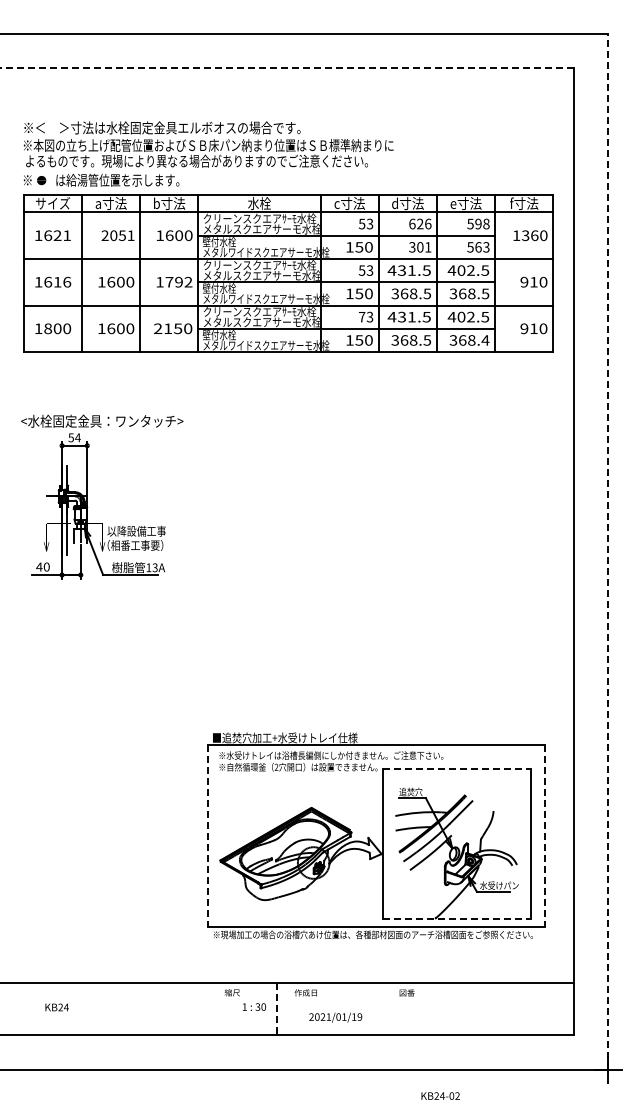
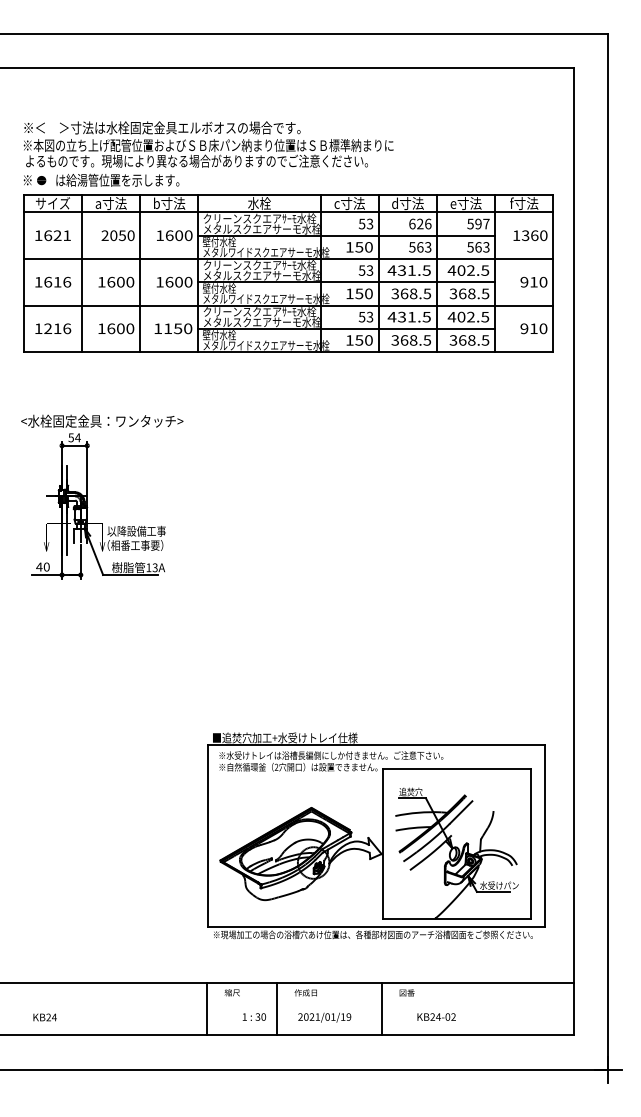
line at (286, 68): dashed -> solid
text at (486, 223): 598 -> 597
text at (130, 235): 2051 -> 2050
text at (420, 247): 301 -> 563
text at (178, 281): 1792 -> 1600
text at (361, 317): 73 -> 53
text at (57, 328): 1800 -> 1216
text at (158, 328): 2150 -> 1150
text at (485, 340): 368.4 -> 368.5
line at (608, 551): dashed -> solid
line at (457, 769): dashed -> solid
line at (207, 836): dashed -> solid
line at (545, 836): dashed -> solid
line at (457, 918): dashed -> solid
text at (253, 1006) position: (253, 1006) -> (253, 1016)
text at (56, 1007) position: (56, 1007) -> (44, 1017)
line at (206, 1009): none -> present
line at (276, 1009): dashed -> solid
line at (381, 1009): none -> present
text at (335, 1017) position: (335, 1017) -> (324, 1017)
text at (440, 1095) position: (440, 1095) -> (436, 1016)
